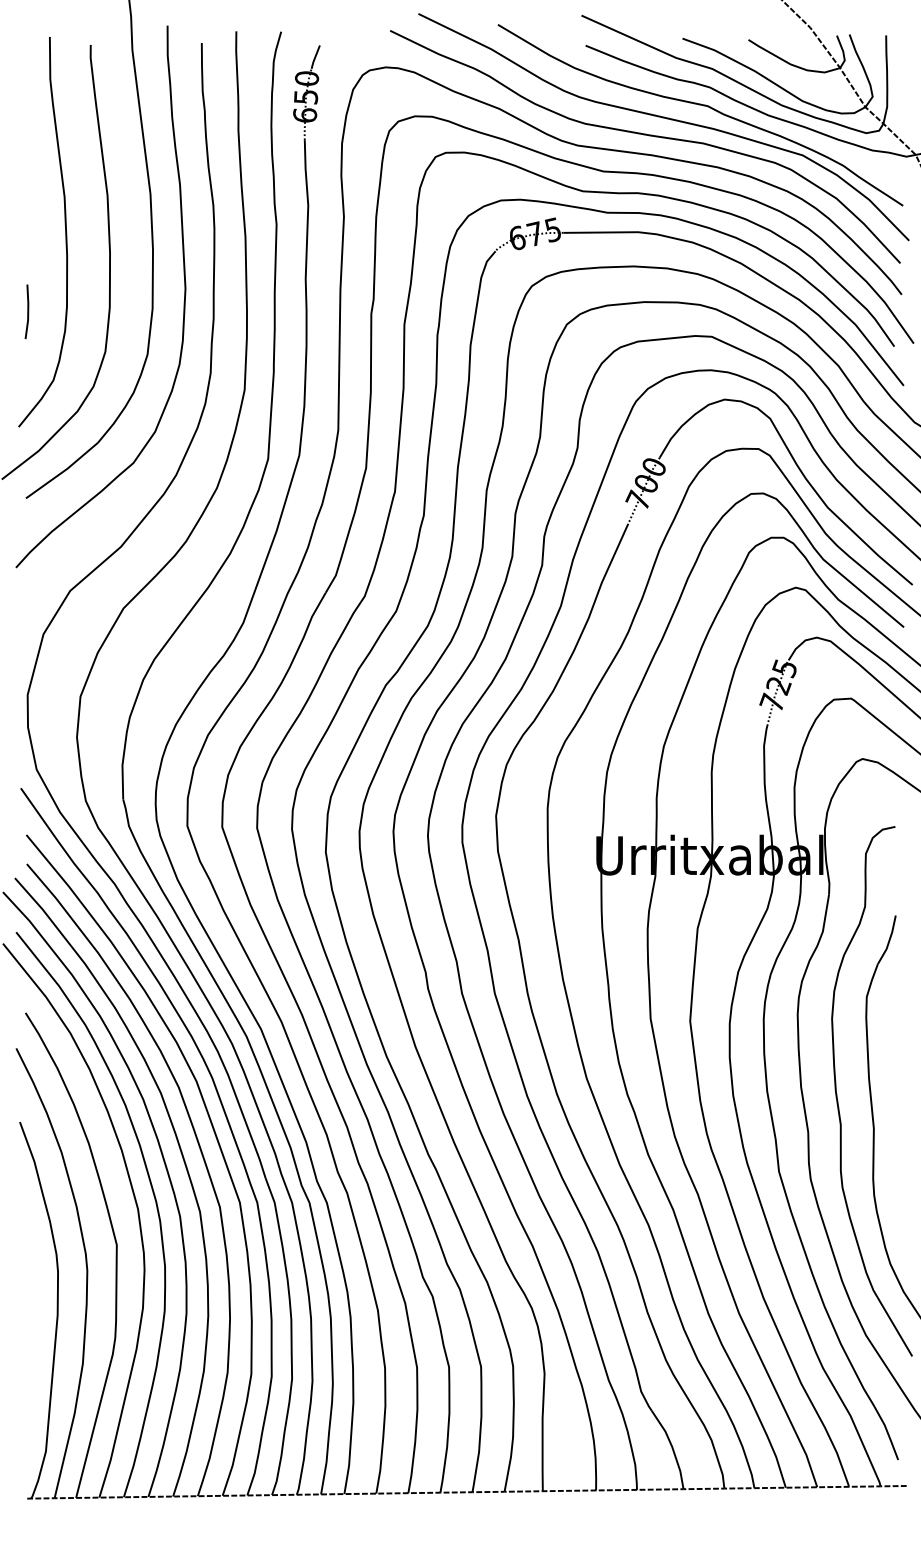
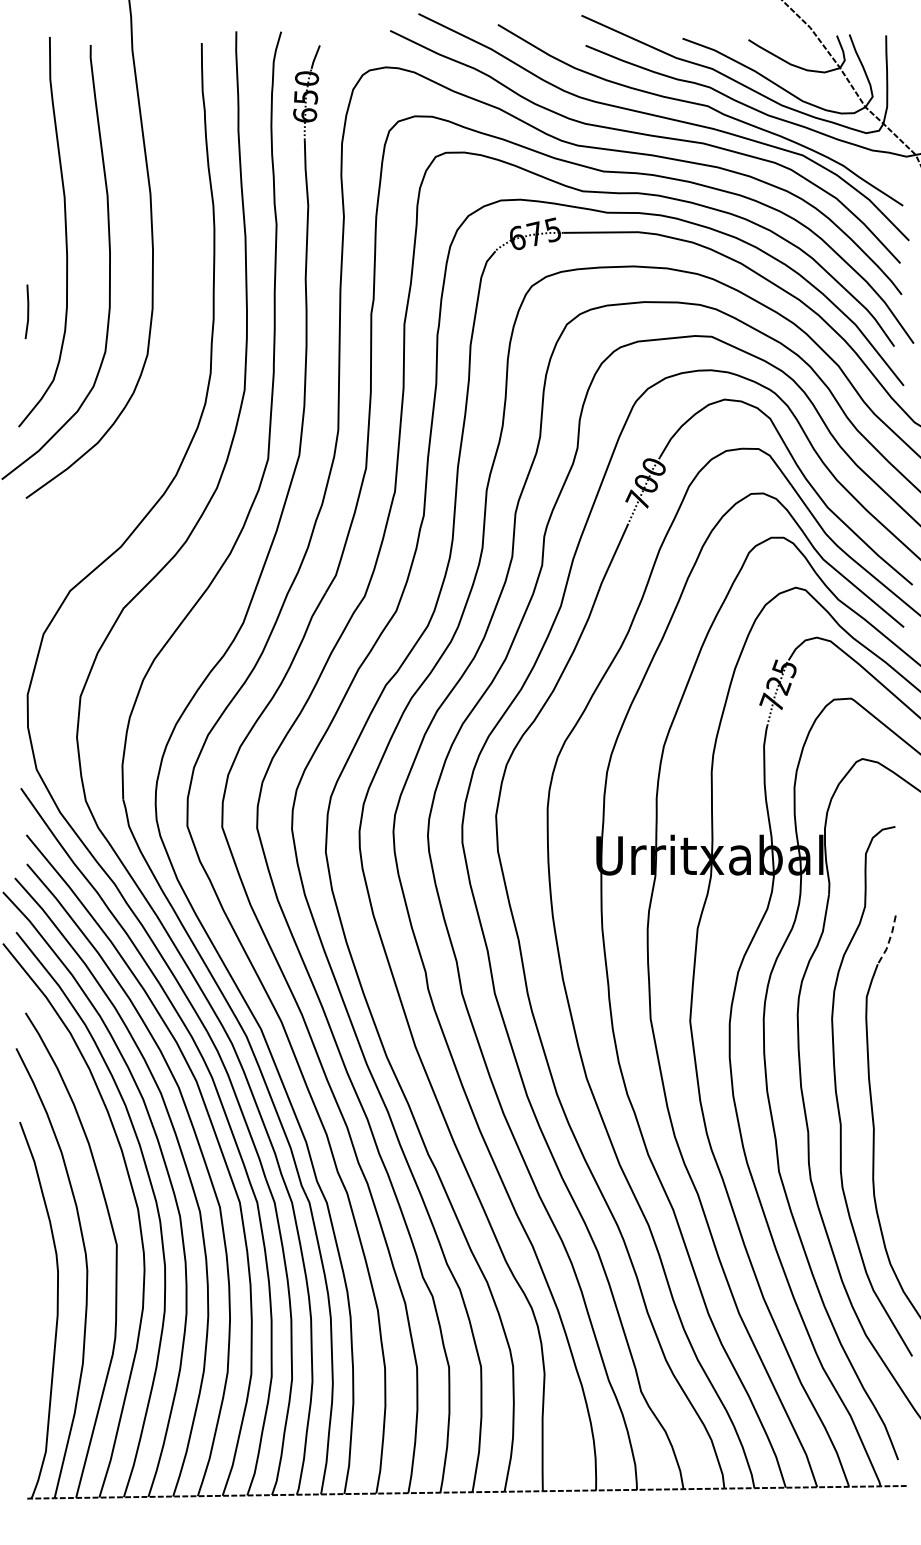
curve at (183, 302): present -> none
line at (889, 940): solid -> dashed
